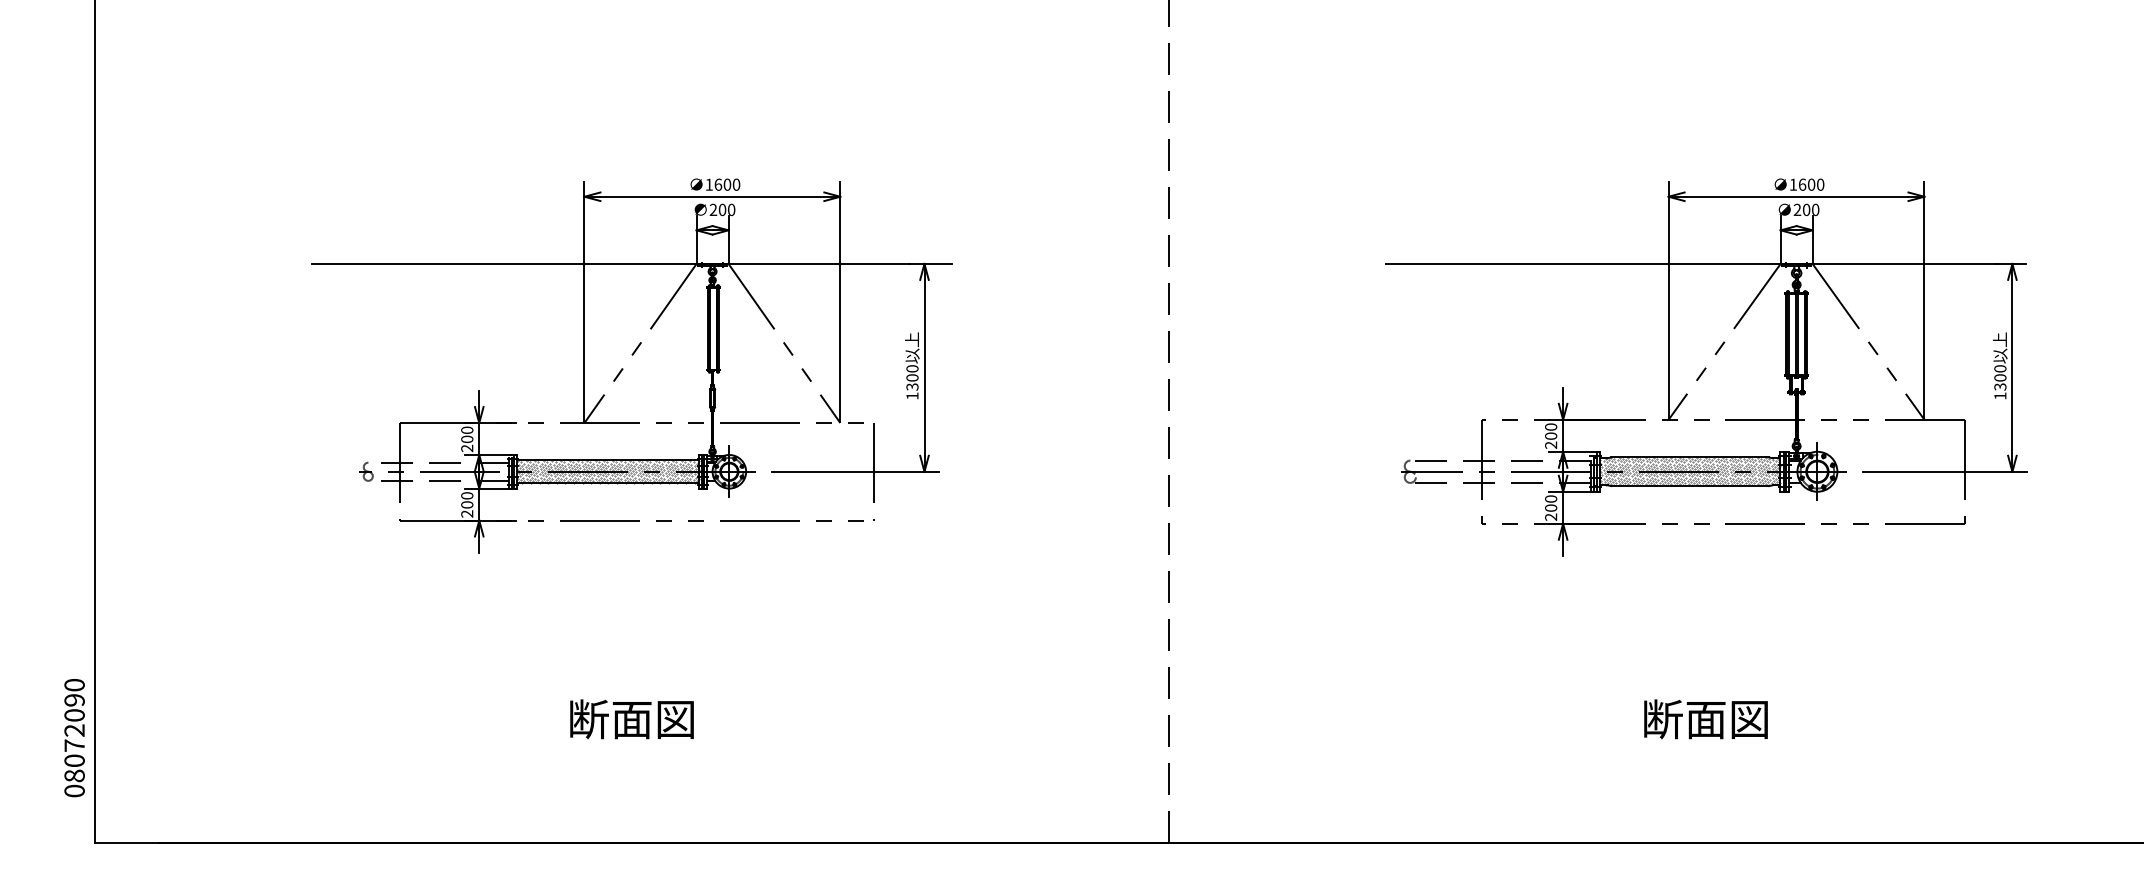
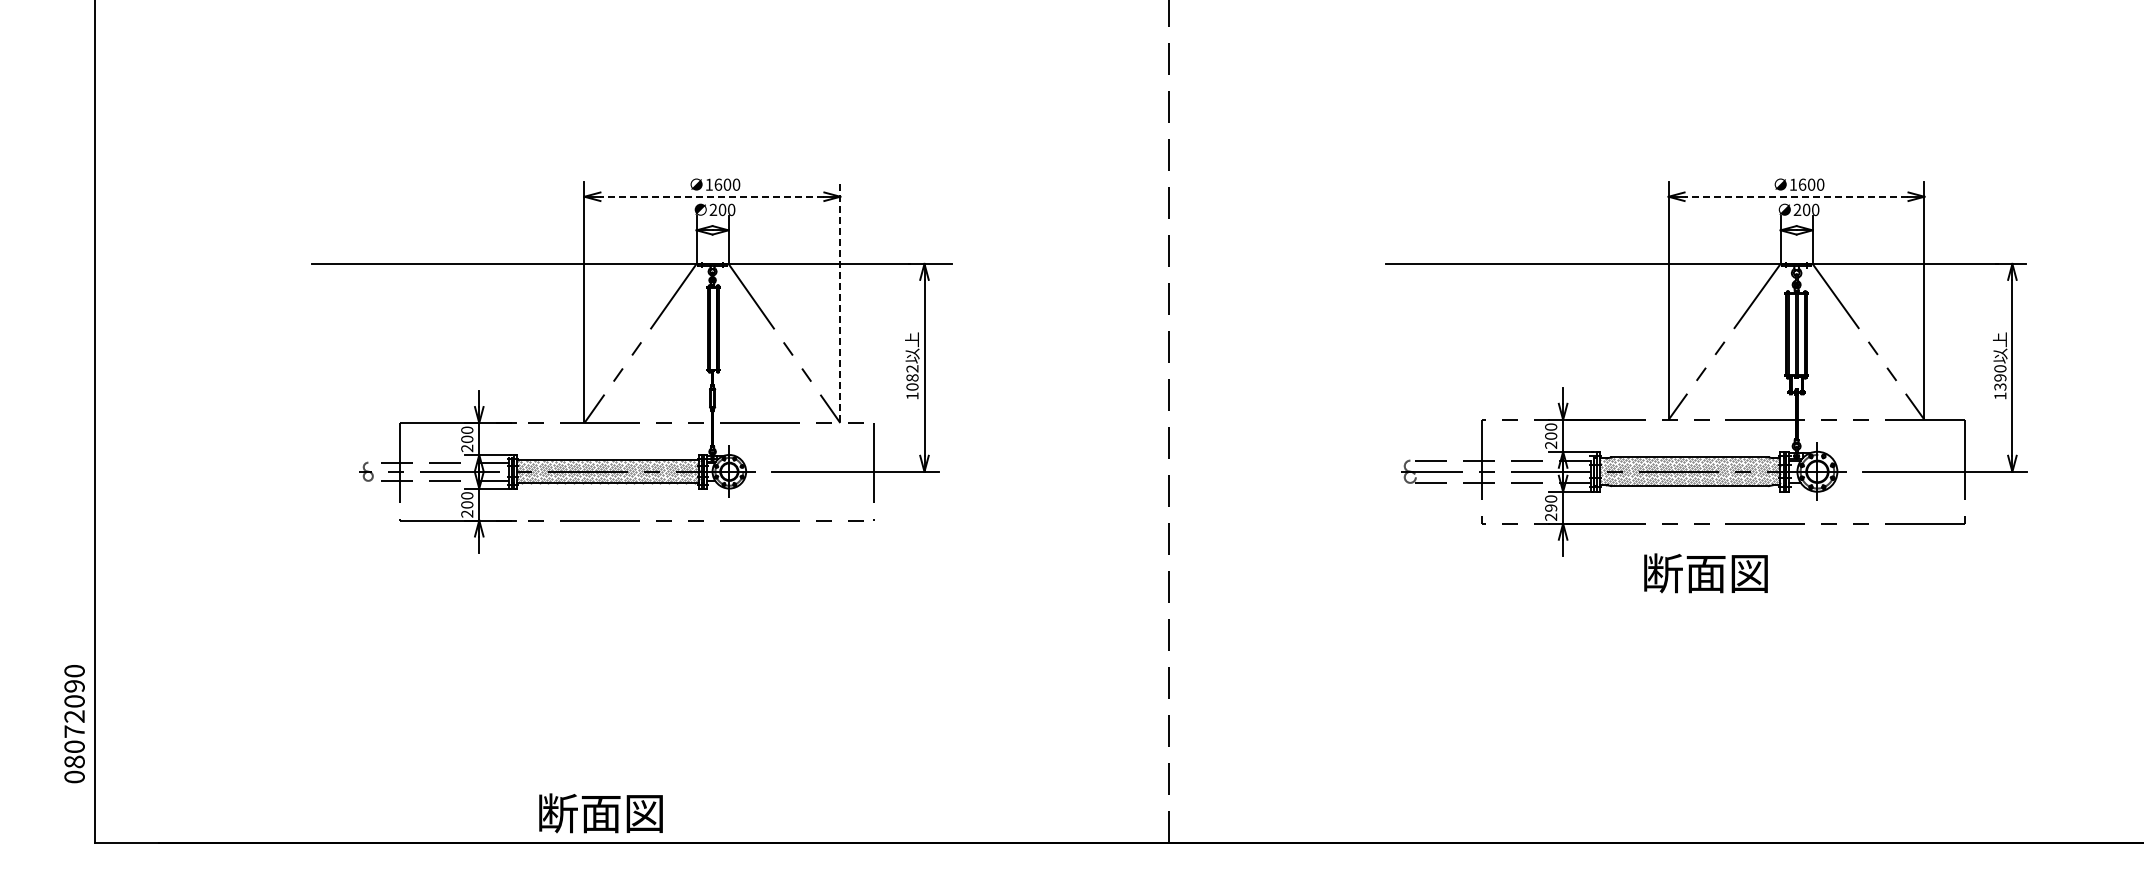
line at (712, 196): solid -> dashed
line at (1796, 196): solid -> dashed
line at (840, 302): solid -> dashed
text at (912, 377): 1300 -> 1082
text at (2000, 377): 1300 -> 1390
text at (1551, 507): 200 -> 290
text at (631, 719) position: (631, 719) -> (600, 813)
text at (1705, 719) position: (1705, 719) -> (1705, 573)
text at (74, 738) position: (74, 738) -> (74, 724)
